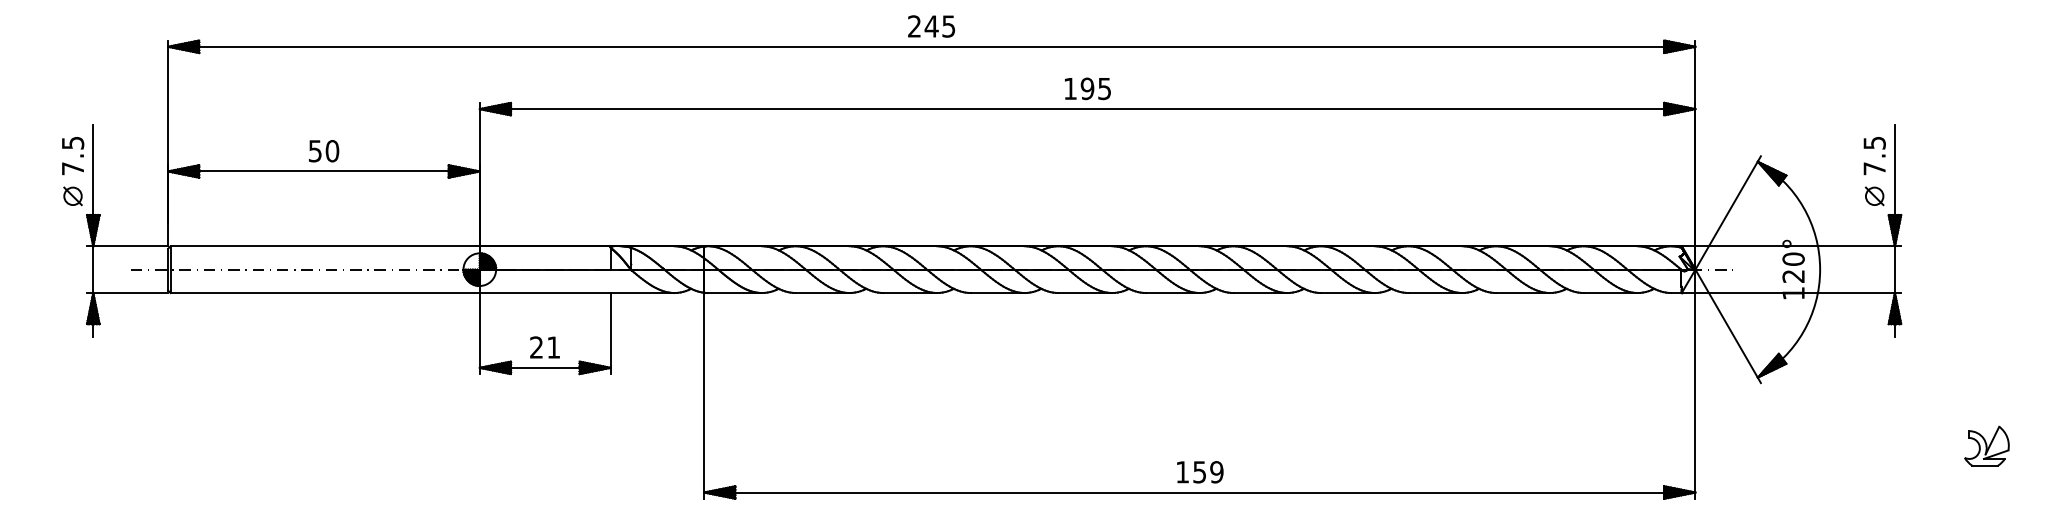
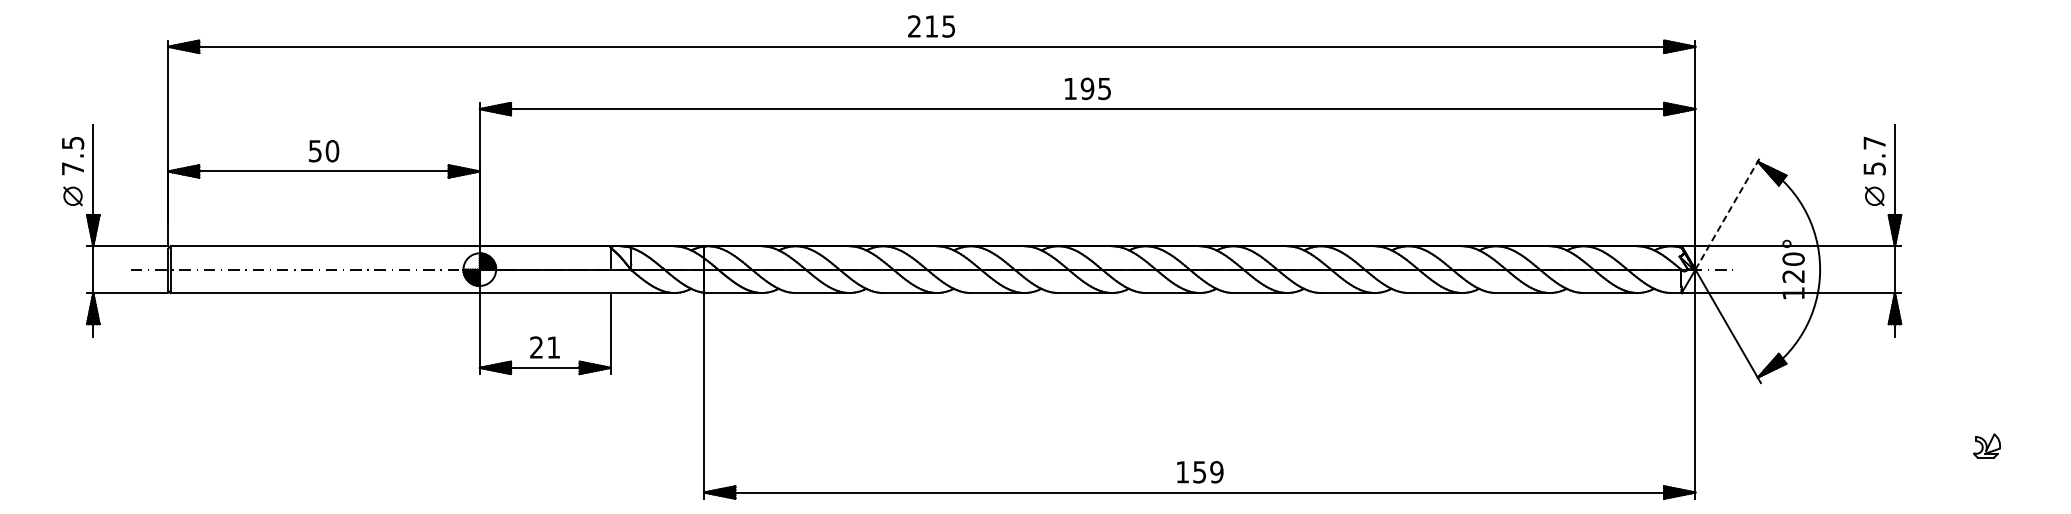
text at (931, 26): 245 -> 215
text at (1874, 155): 7.5 -> 5.7
line at (1728, 212): solid -> dashed
part at (1986, 445) size: 46x42 px -> 28x26 px
